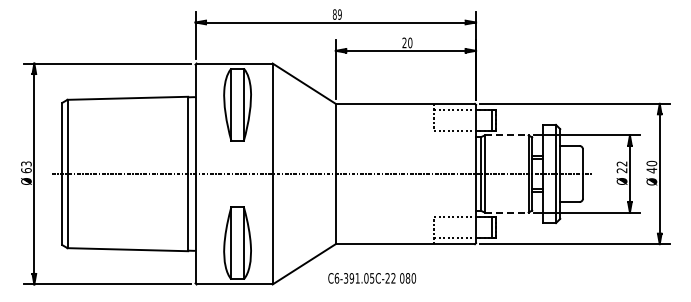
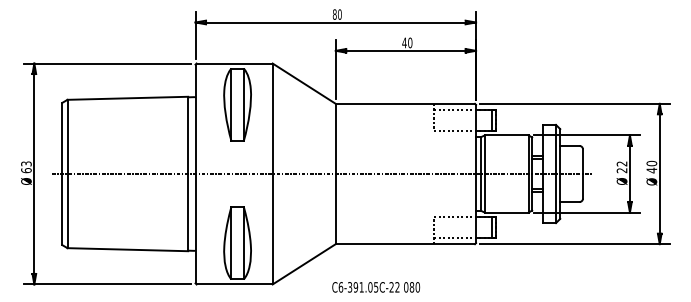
text at (339, 14): 89 -> 80
text at (404, 42): 20 -> 40
line at (506, 135): dashed -> solid
line at (506, 212): dashed -> solid
text at (372, 278) position: (372, 278) -> (376, 287)
